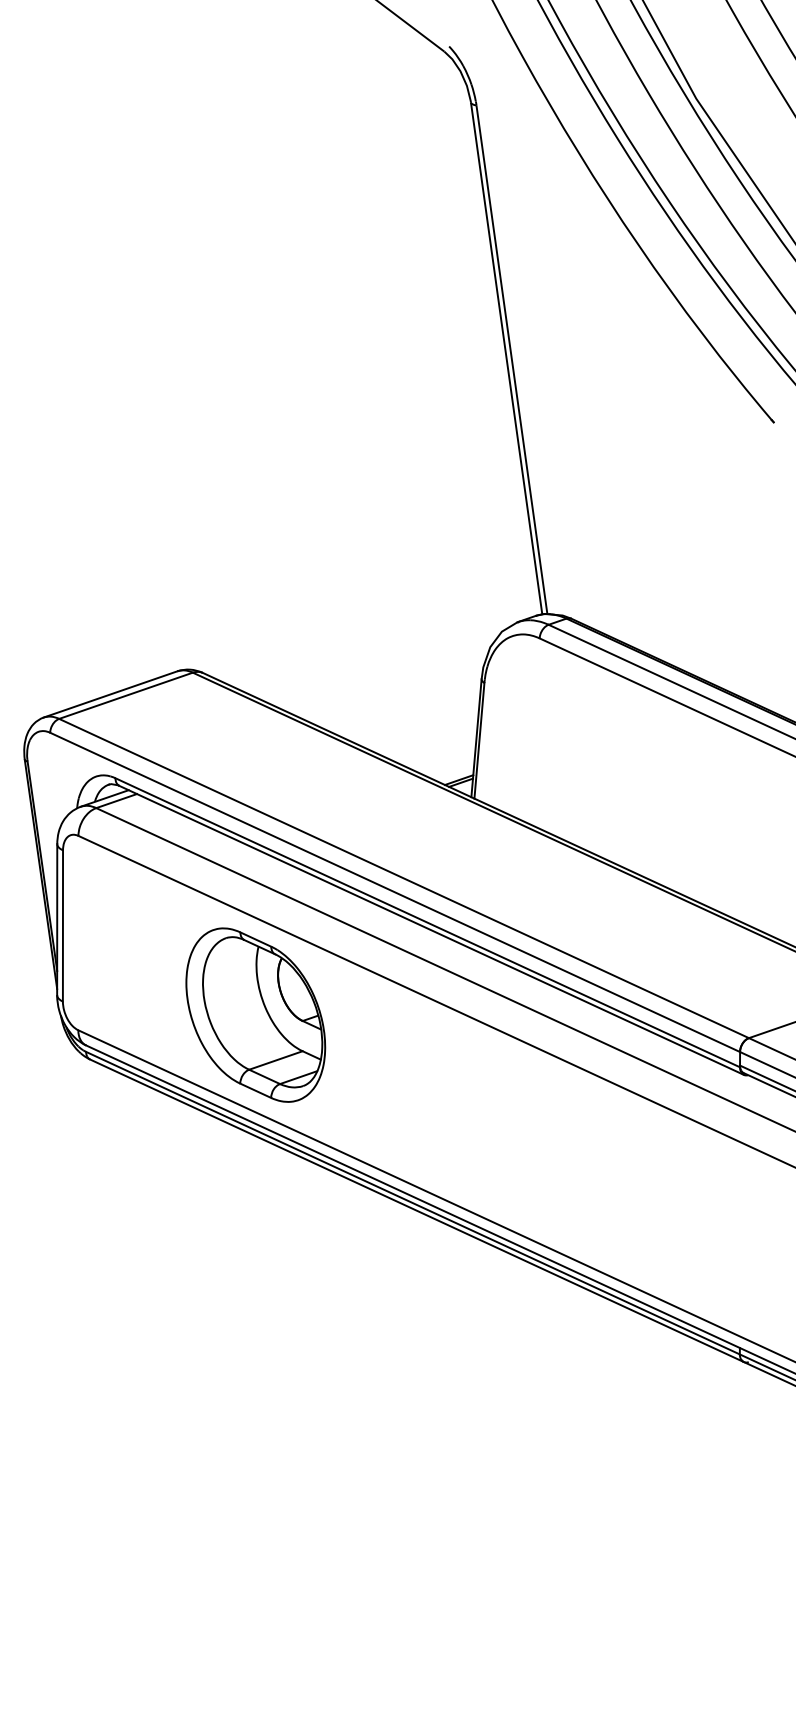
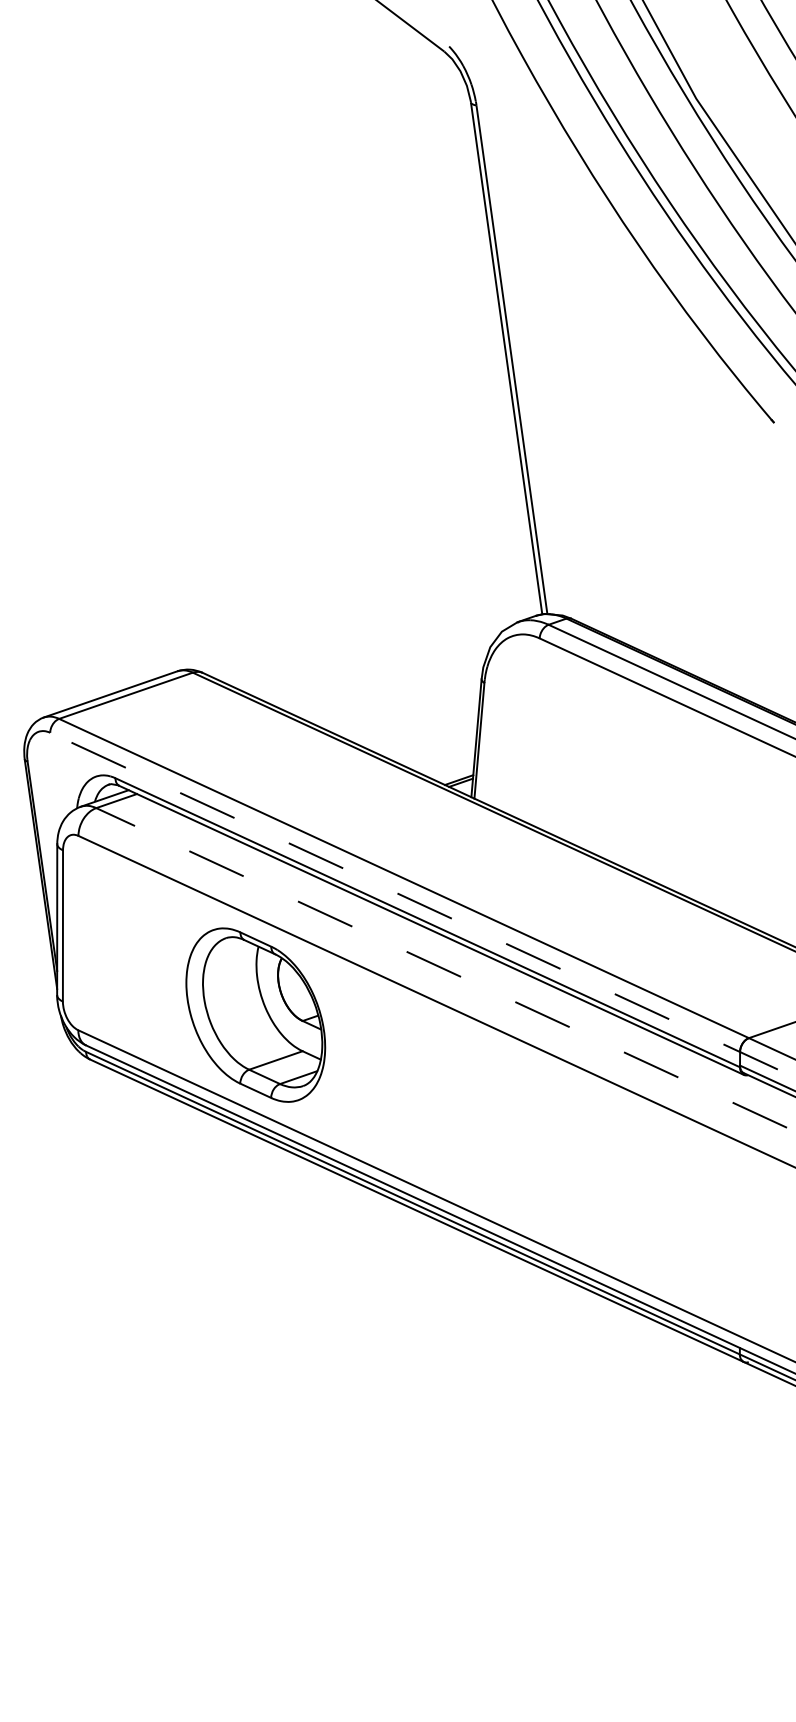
line at (423, 905): solid -> dashed
line at (445, 969): solid -> dashed
